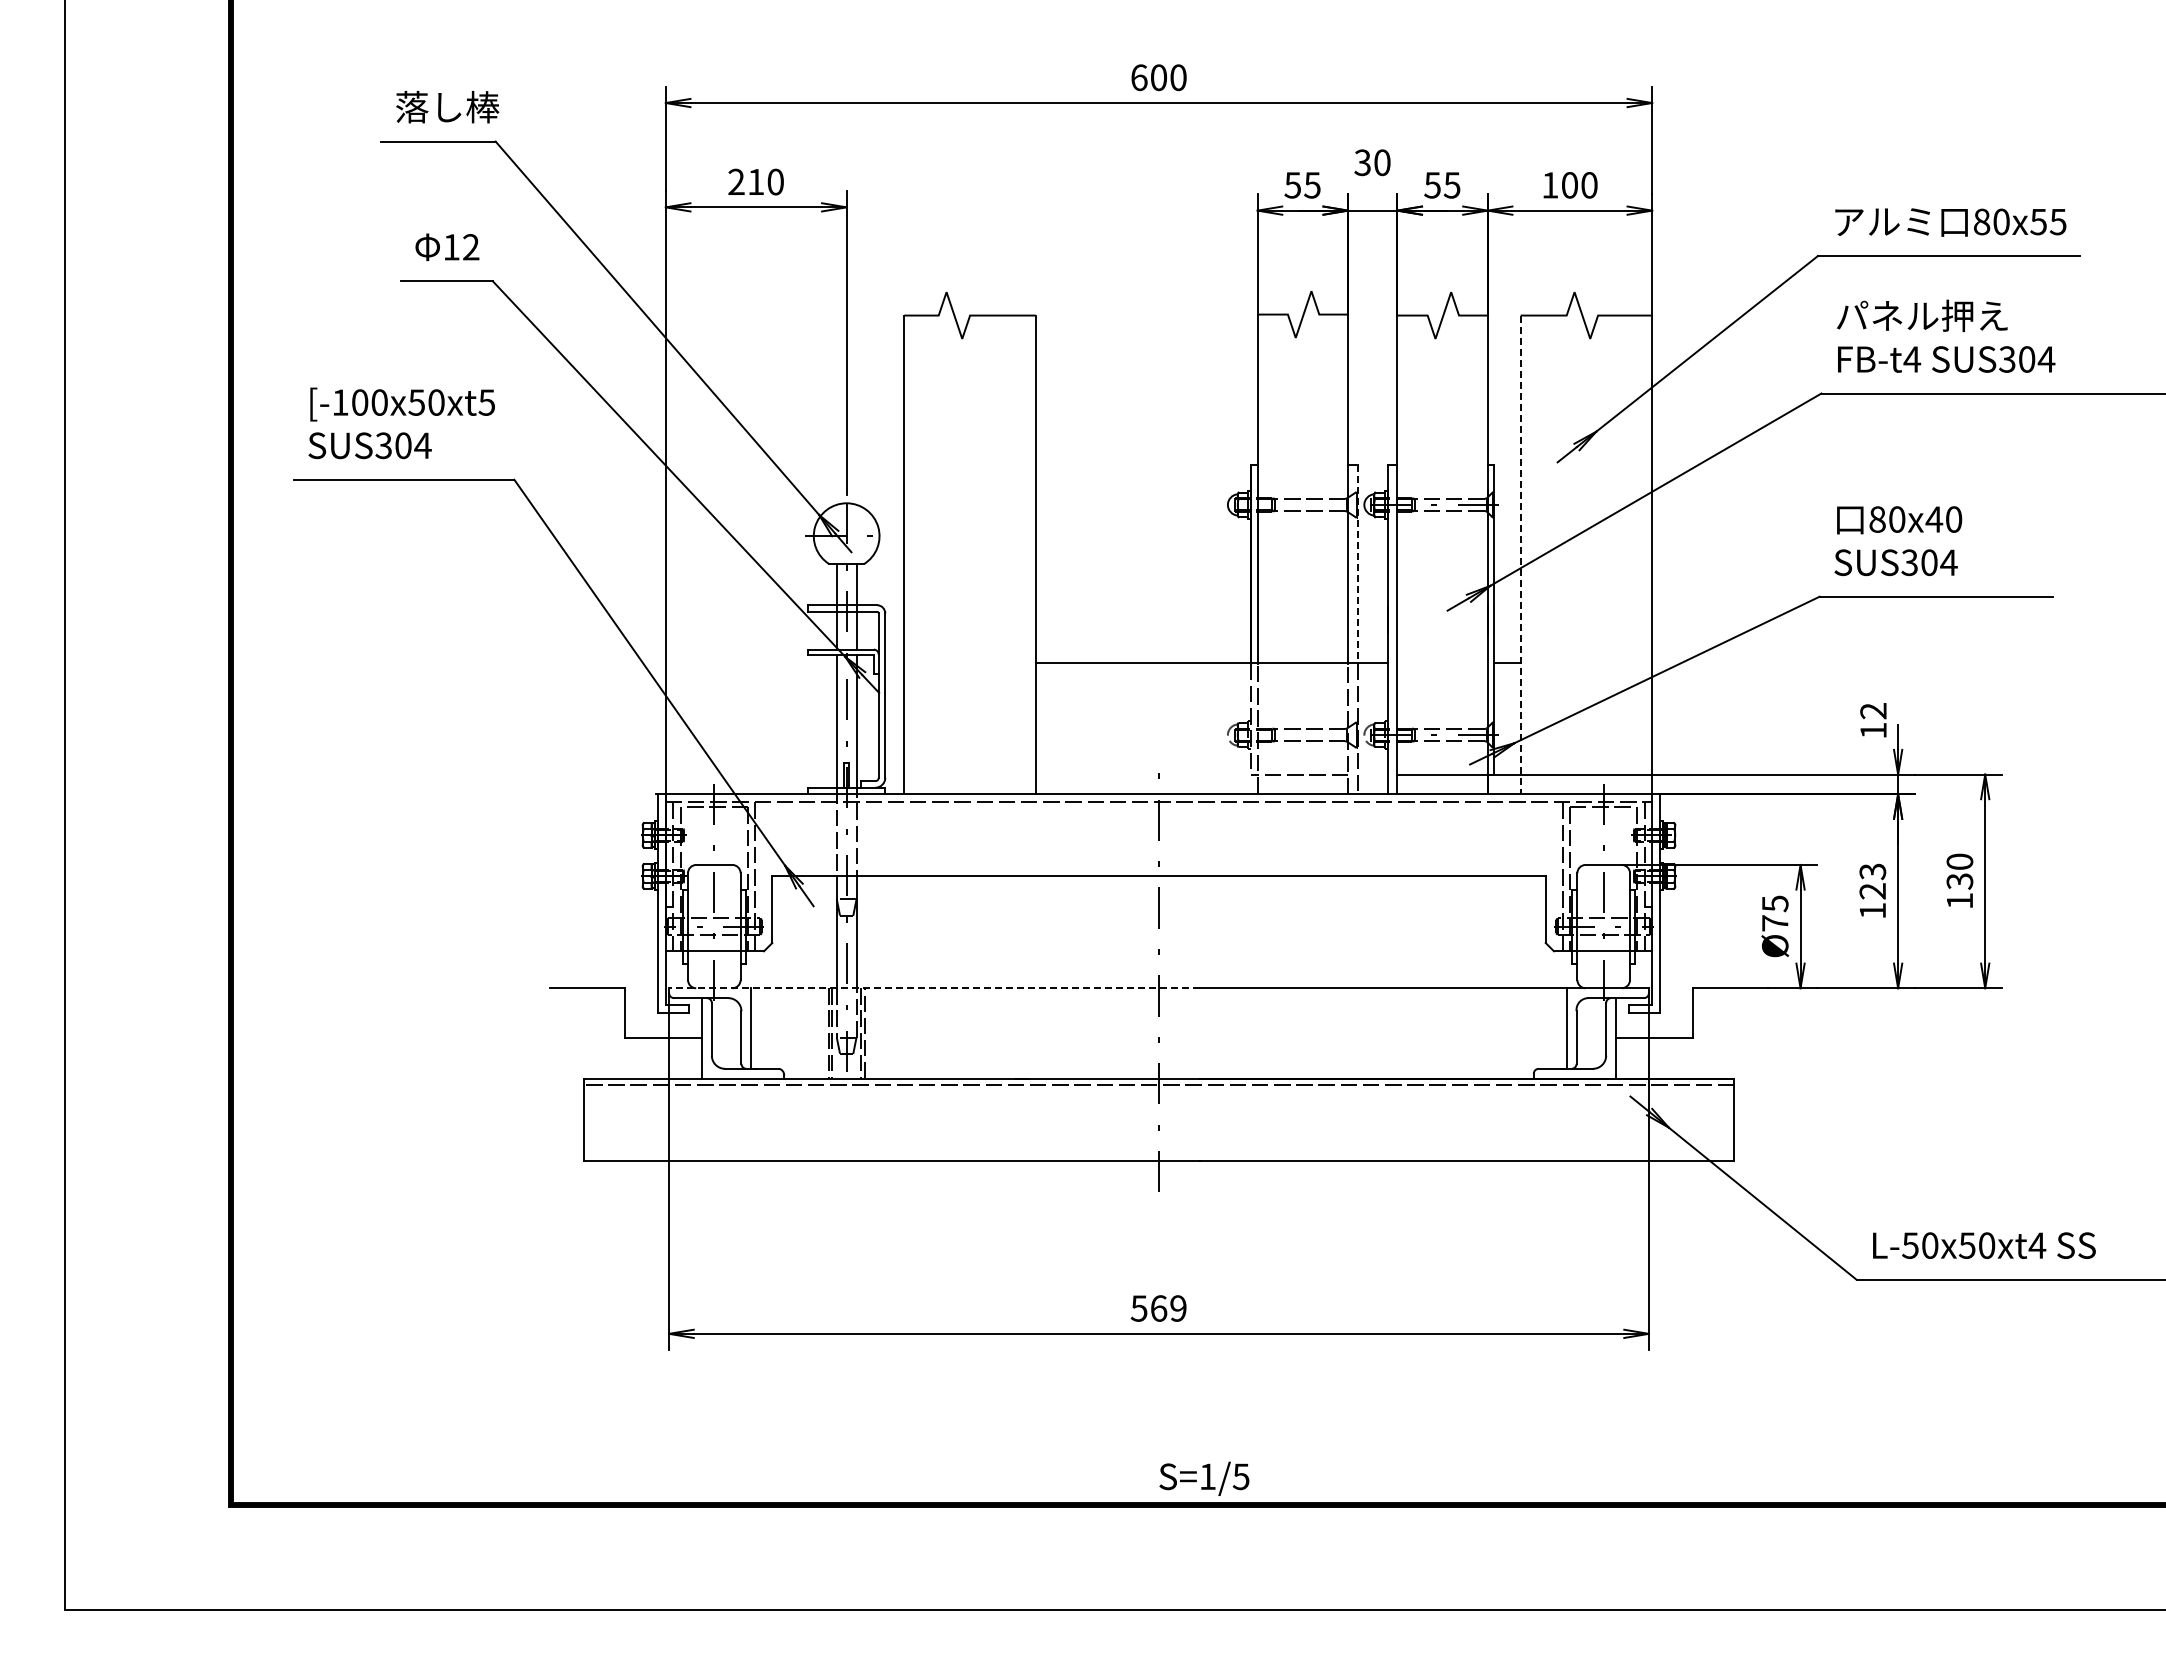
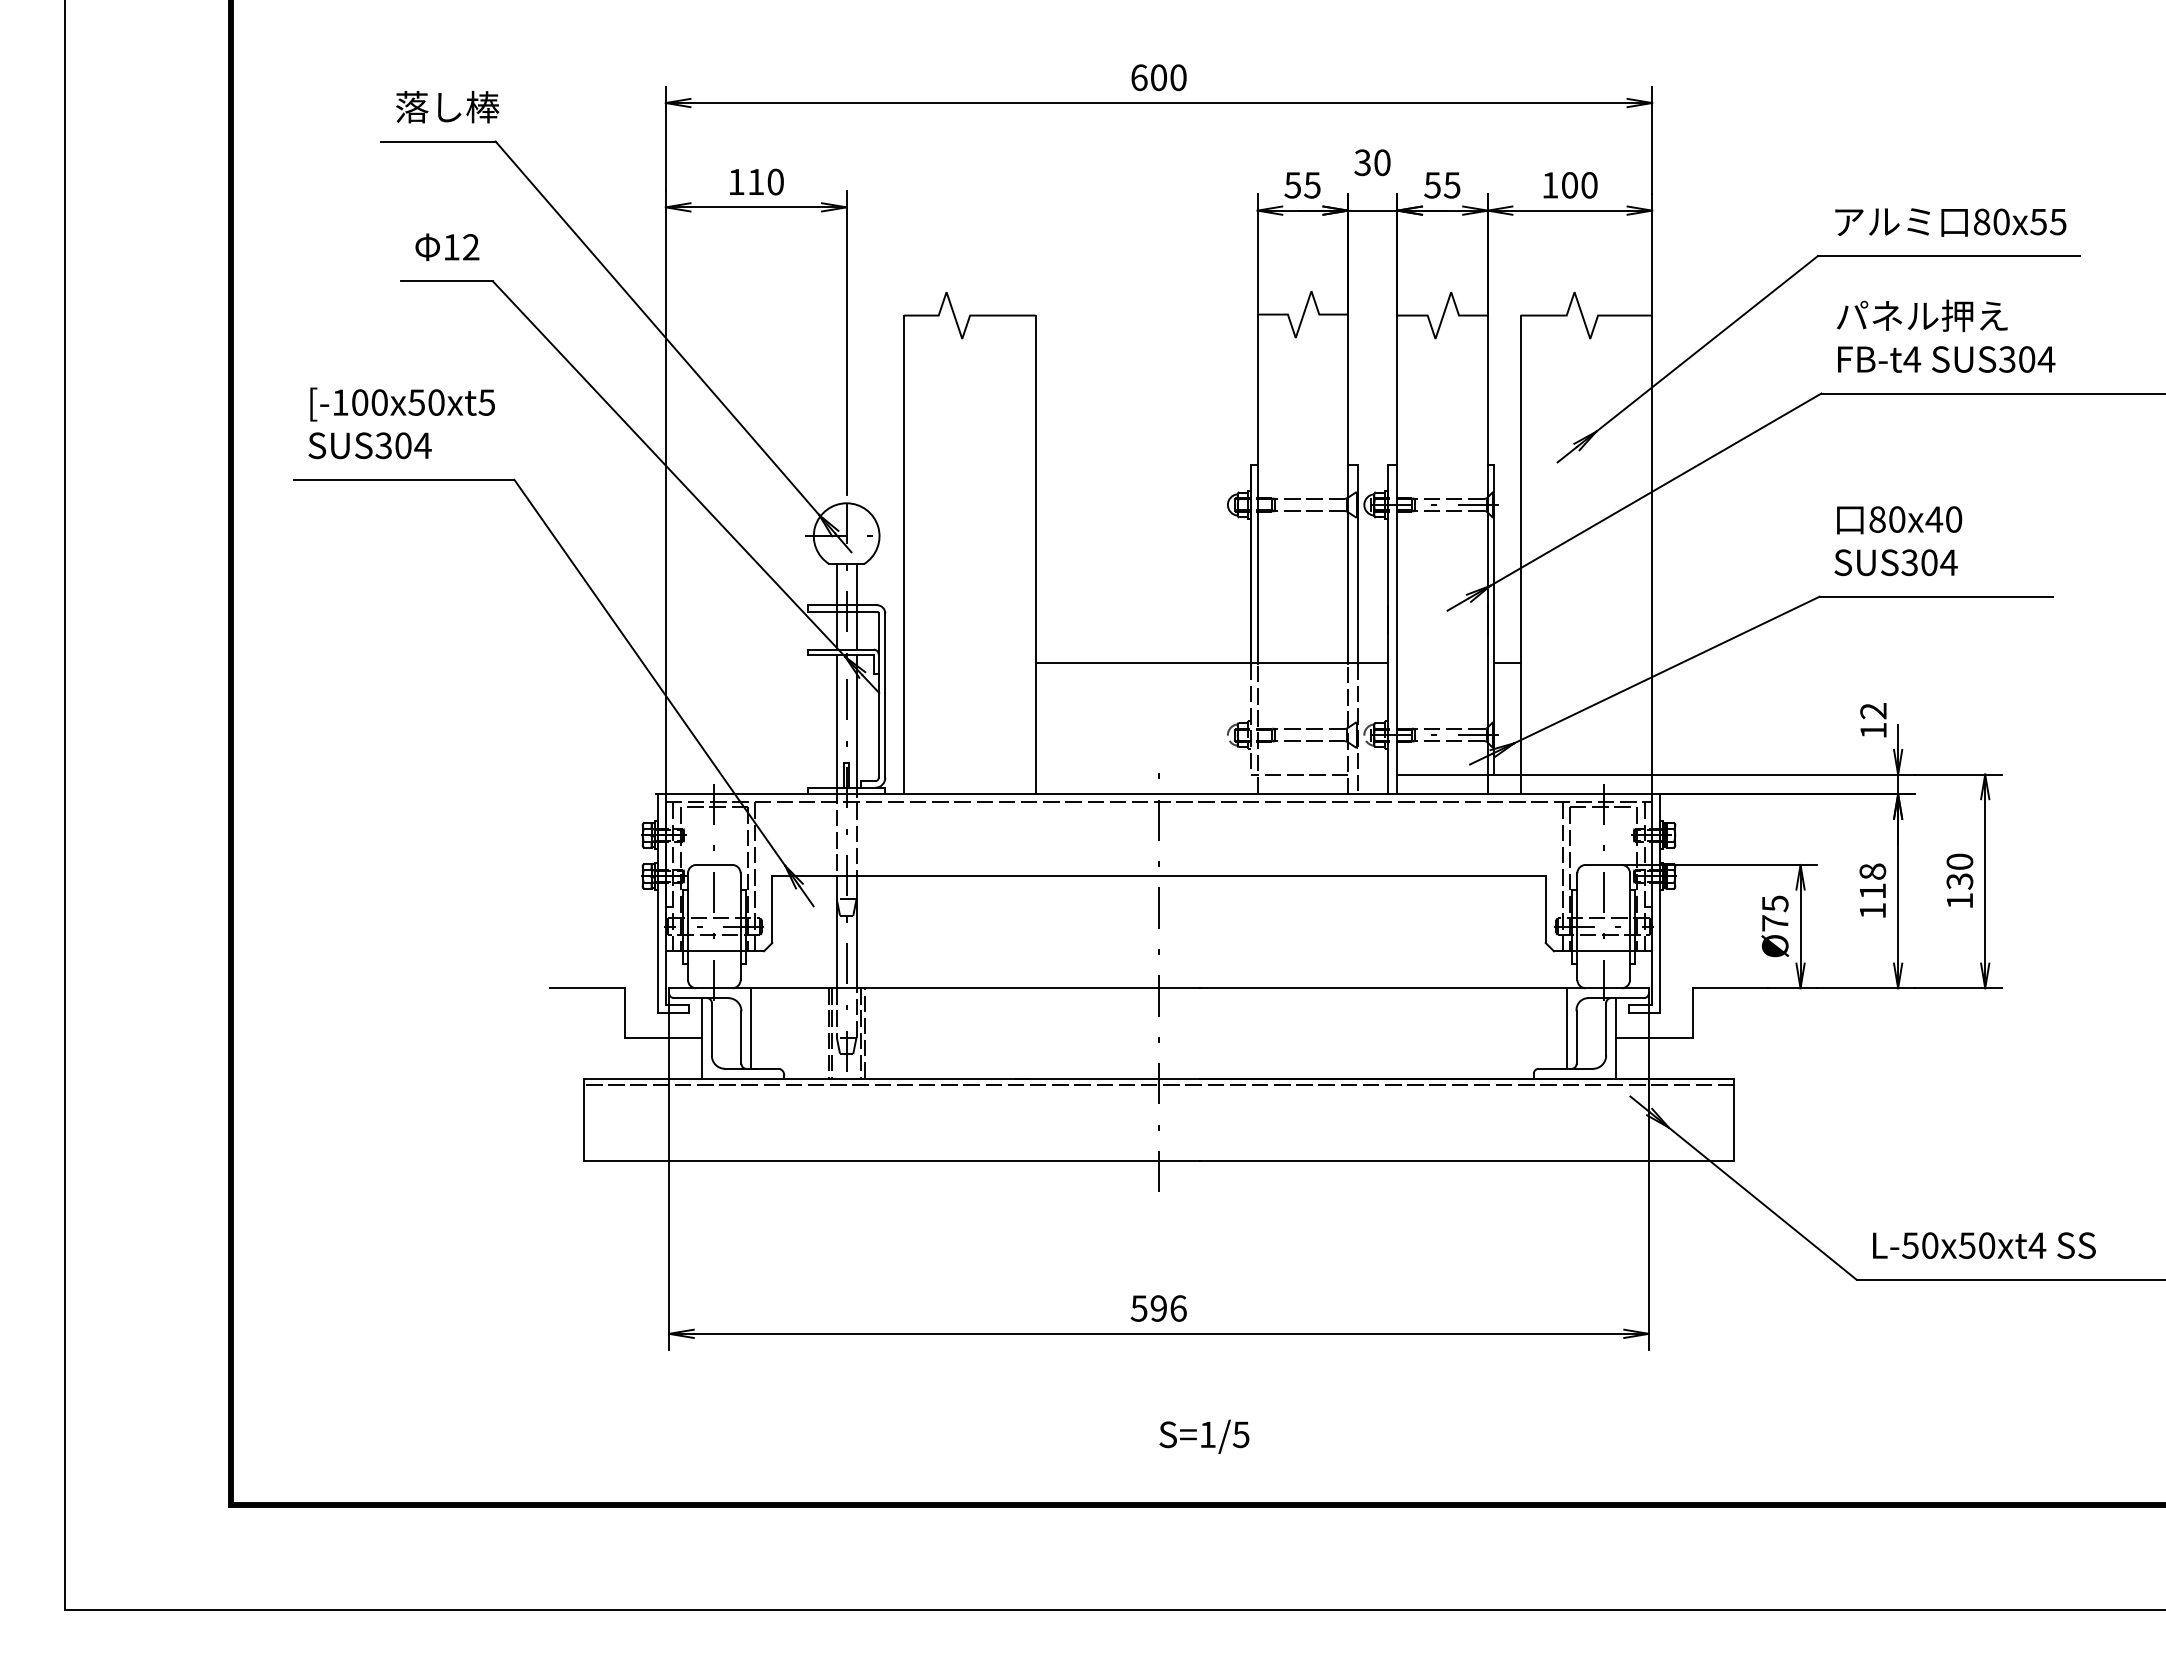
text at (736, 181): 210 -> 110
line at (1520, 555): dashed -> solid
line at (1357, 565): dashed -> solid
text at (1872, 881): 123 -> 118
line at (934, 988): dashed -> solid
text at (1168, 1308): 569 -> 596
text at (1204, 1478) position: (1204, 1478) -> (1204, 1436)
